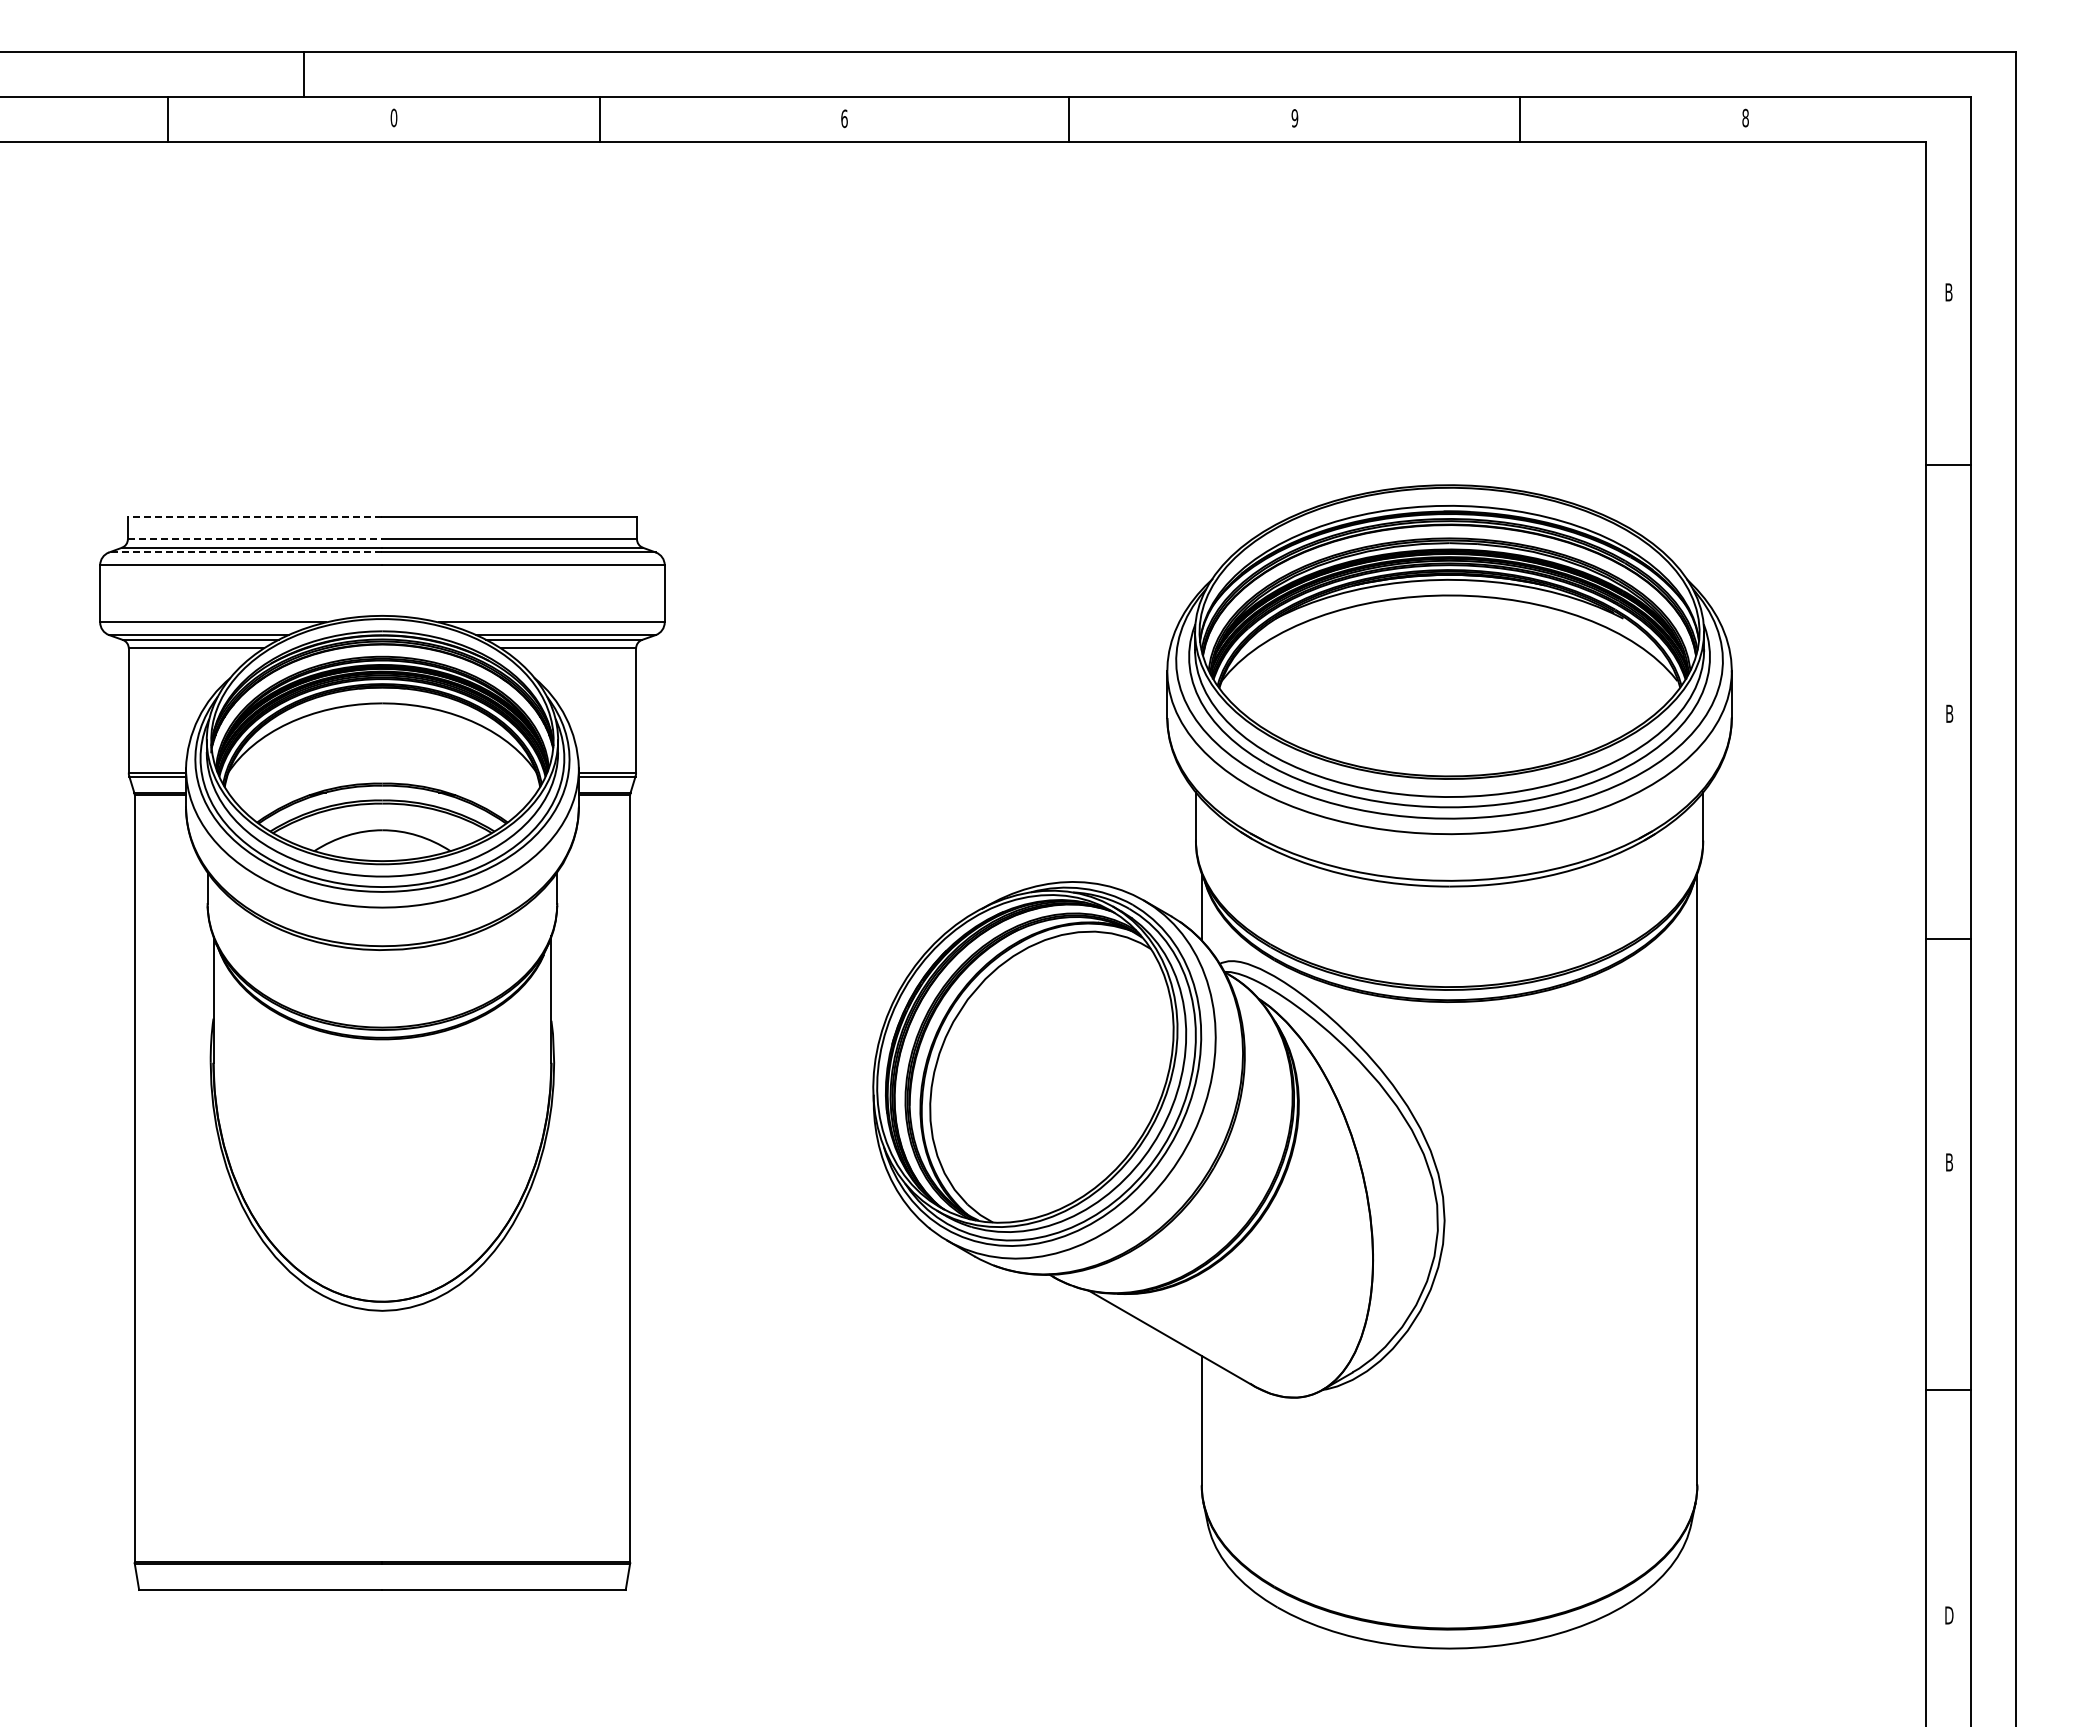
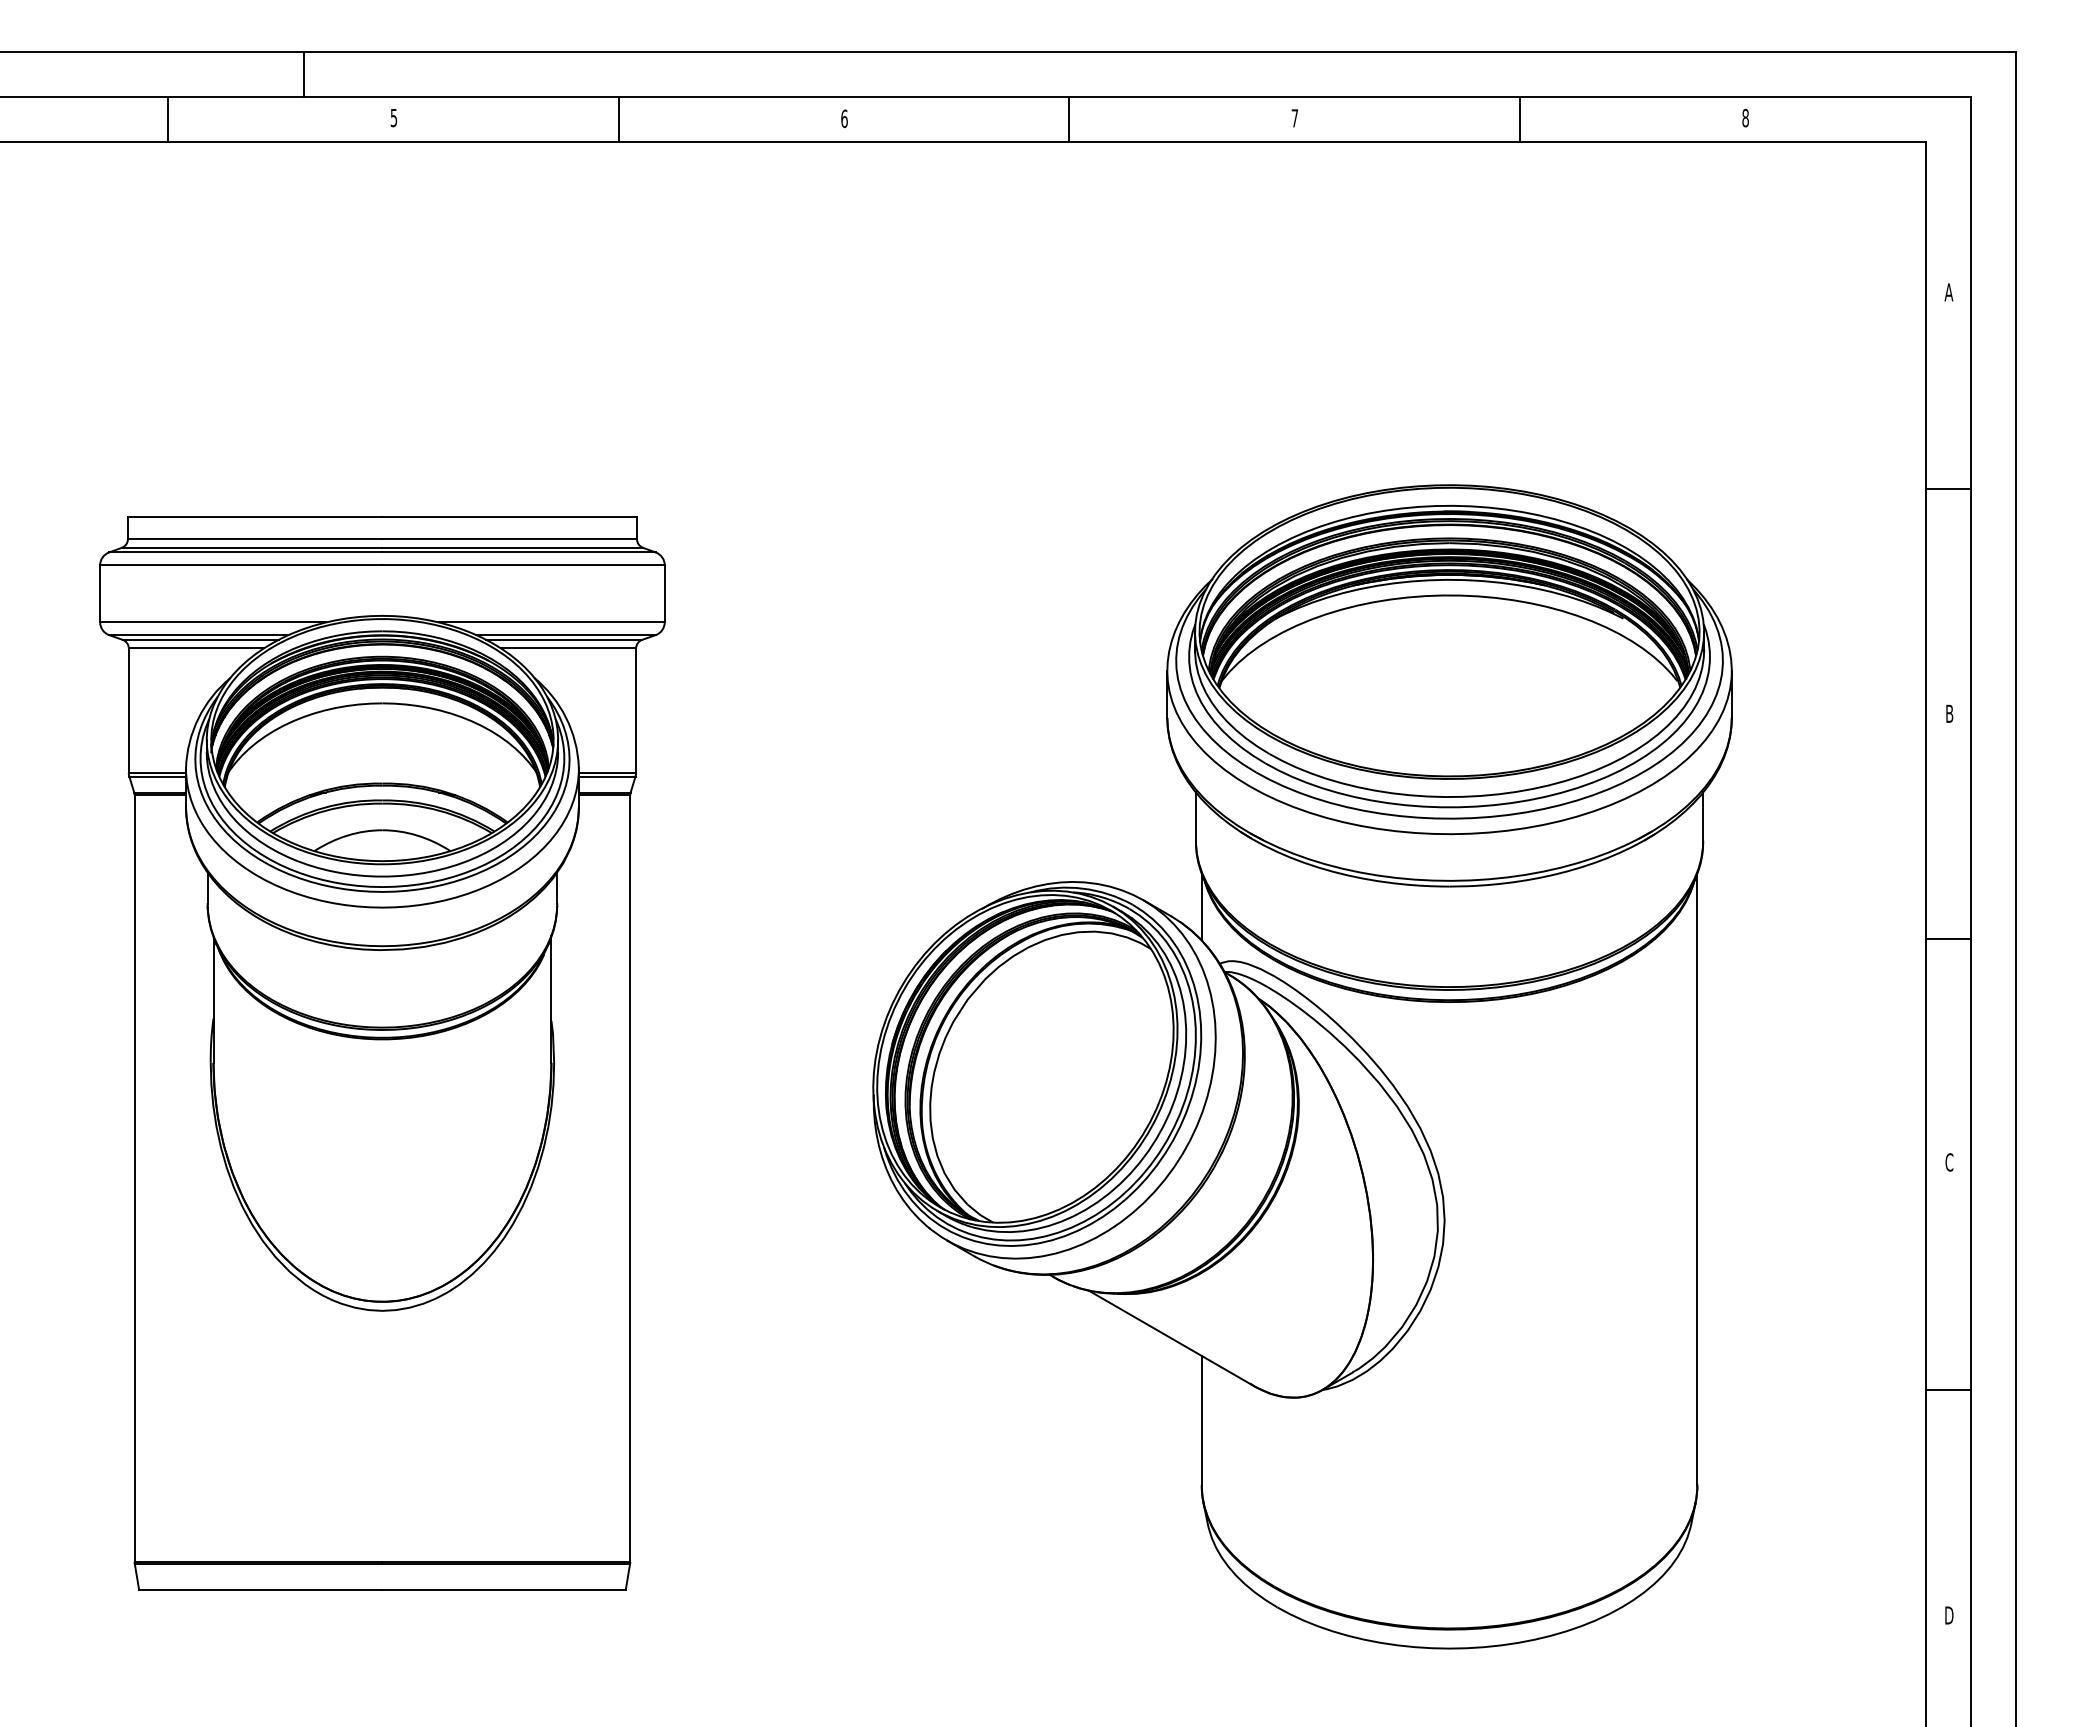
text at (393, 117): 0 -> 5
line at (599, 118) position: (599, 118) -> (618, 118)
text at (1294, 118): 9 -> 7
text at (1948, 292): B -> A
line at (1947, 464) position: (1947, 464) -> (1947, 488)
line at (254, 517): dashed -> solid
line at (255, 539): dashed -> solid
line at (245, 552): dashed -> solid
text at (1949, 1162): B -> C
